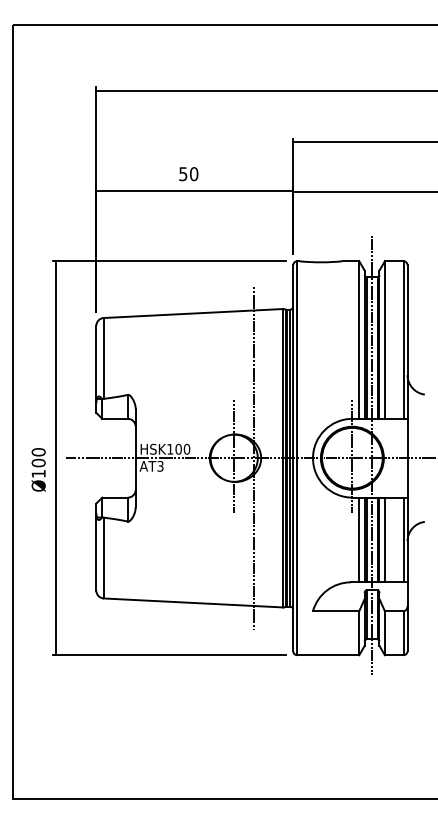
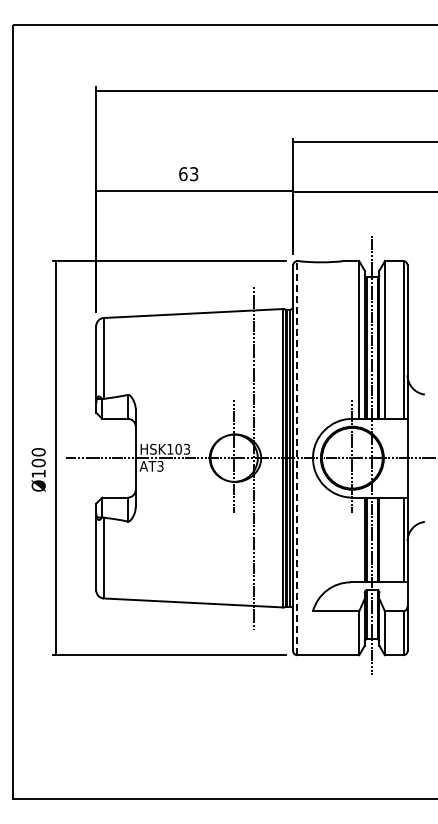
text at (188, 174): 50 -> 63
text at (186, 449): HSK100 -> HSK103
line at (297, 458): solid -> dashed
line at (359, 539): present -> none
line at (384, 539): present -> none
